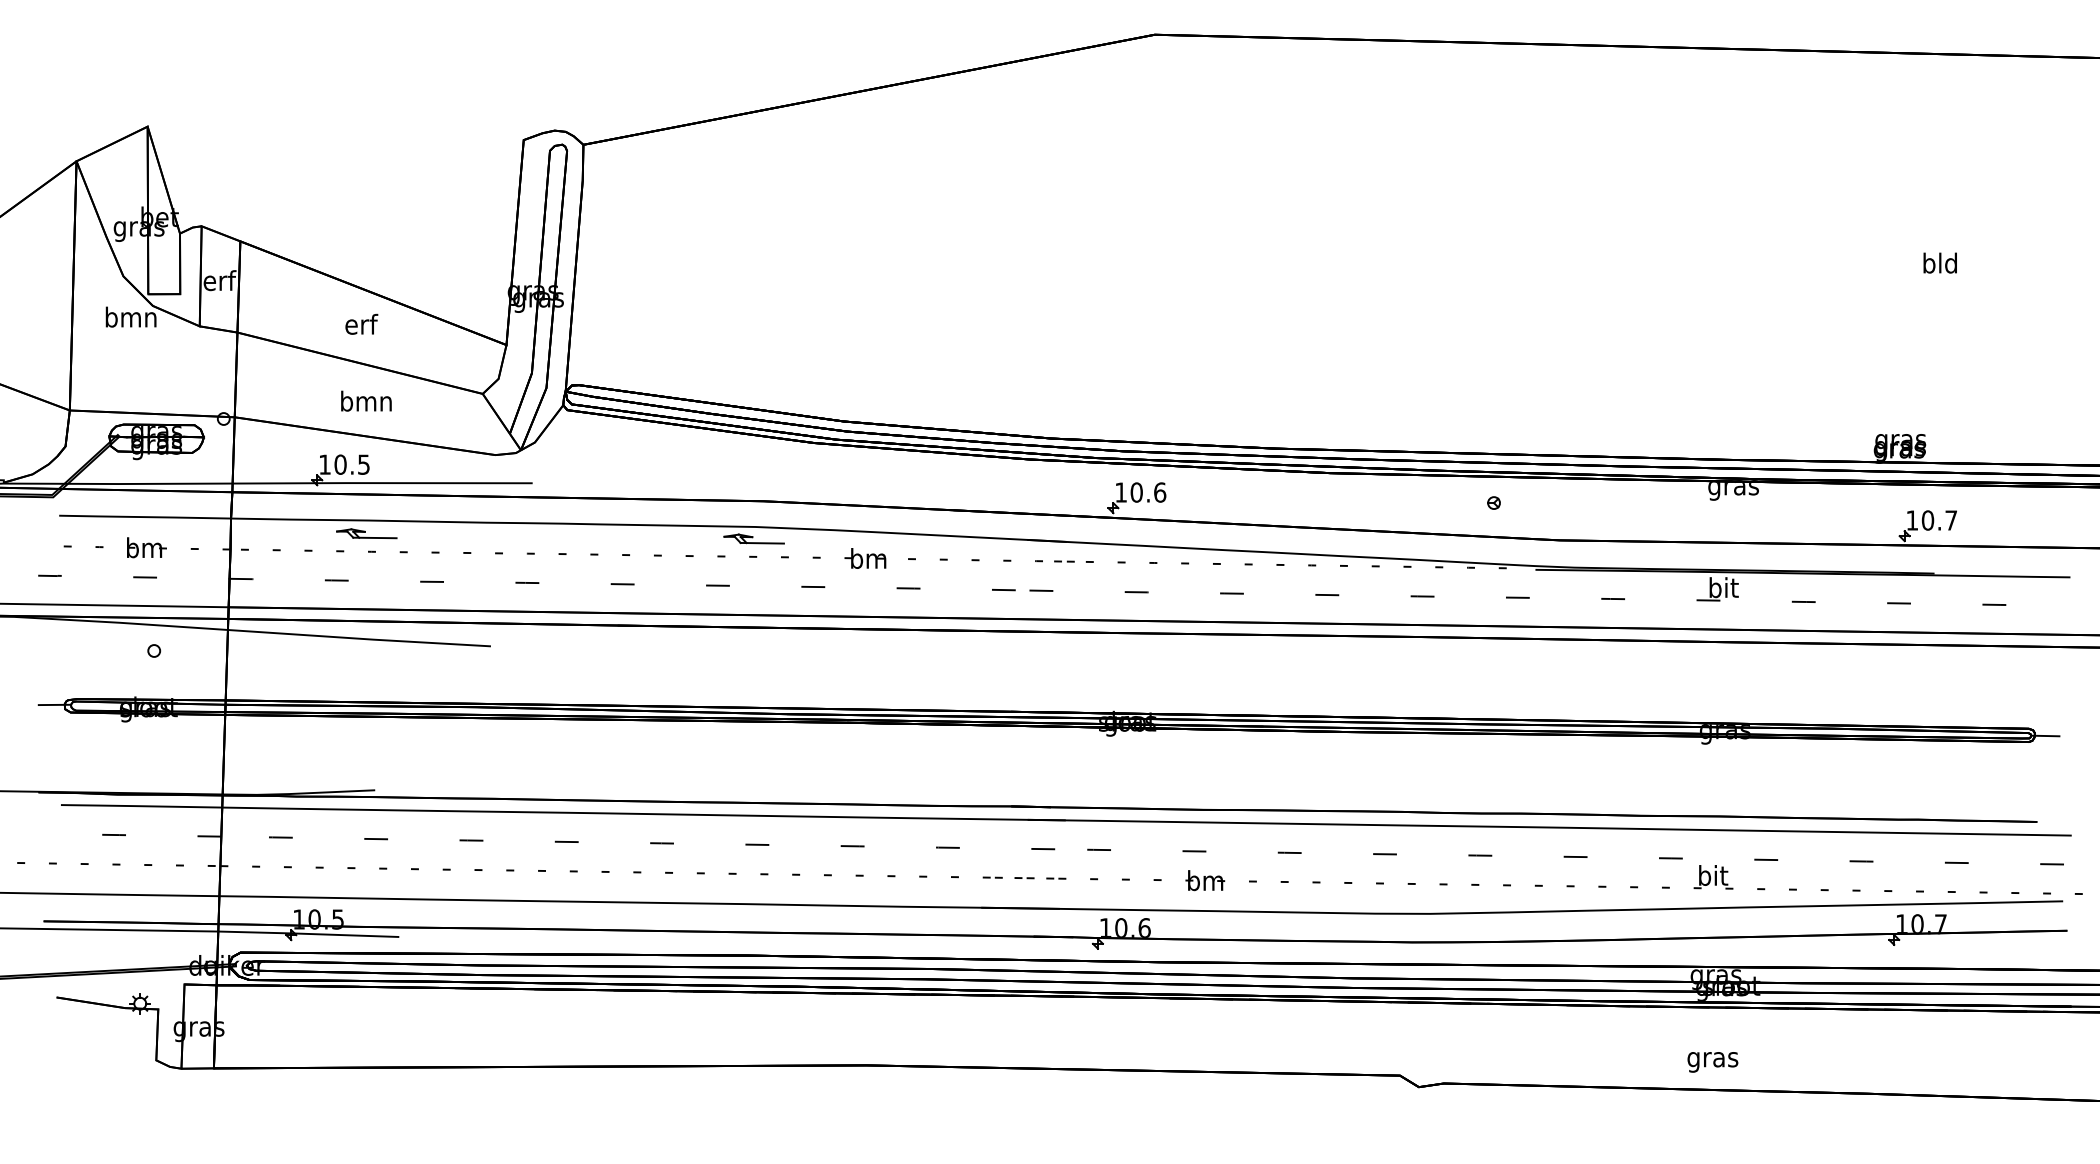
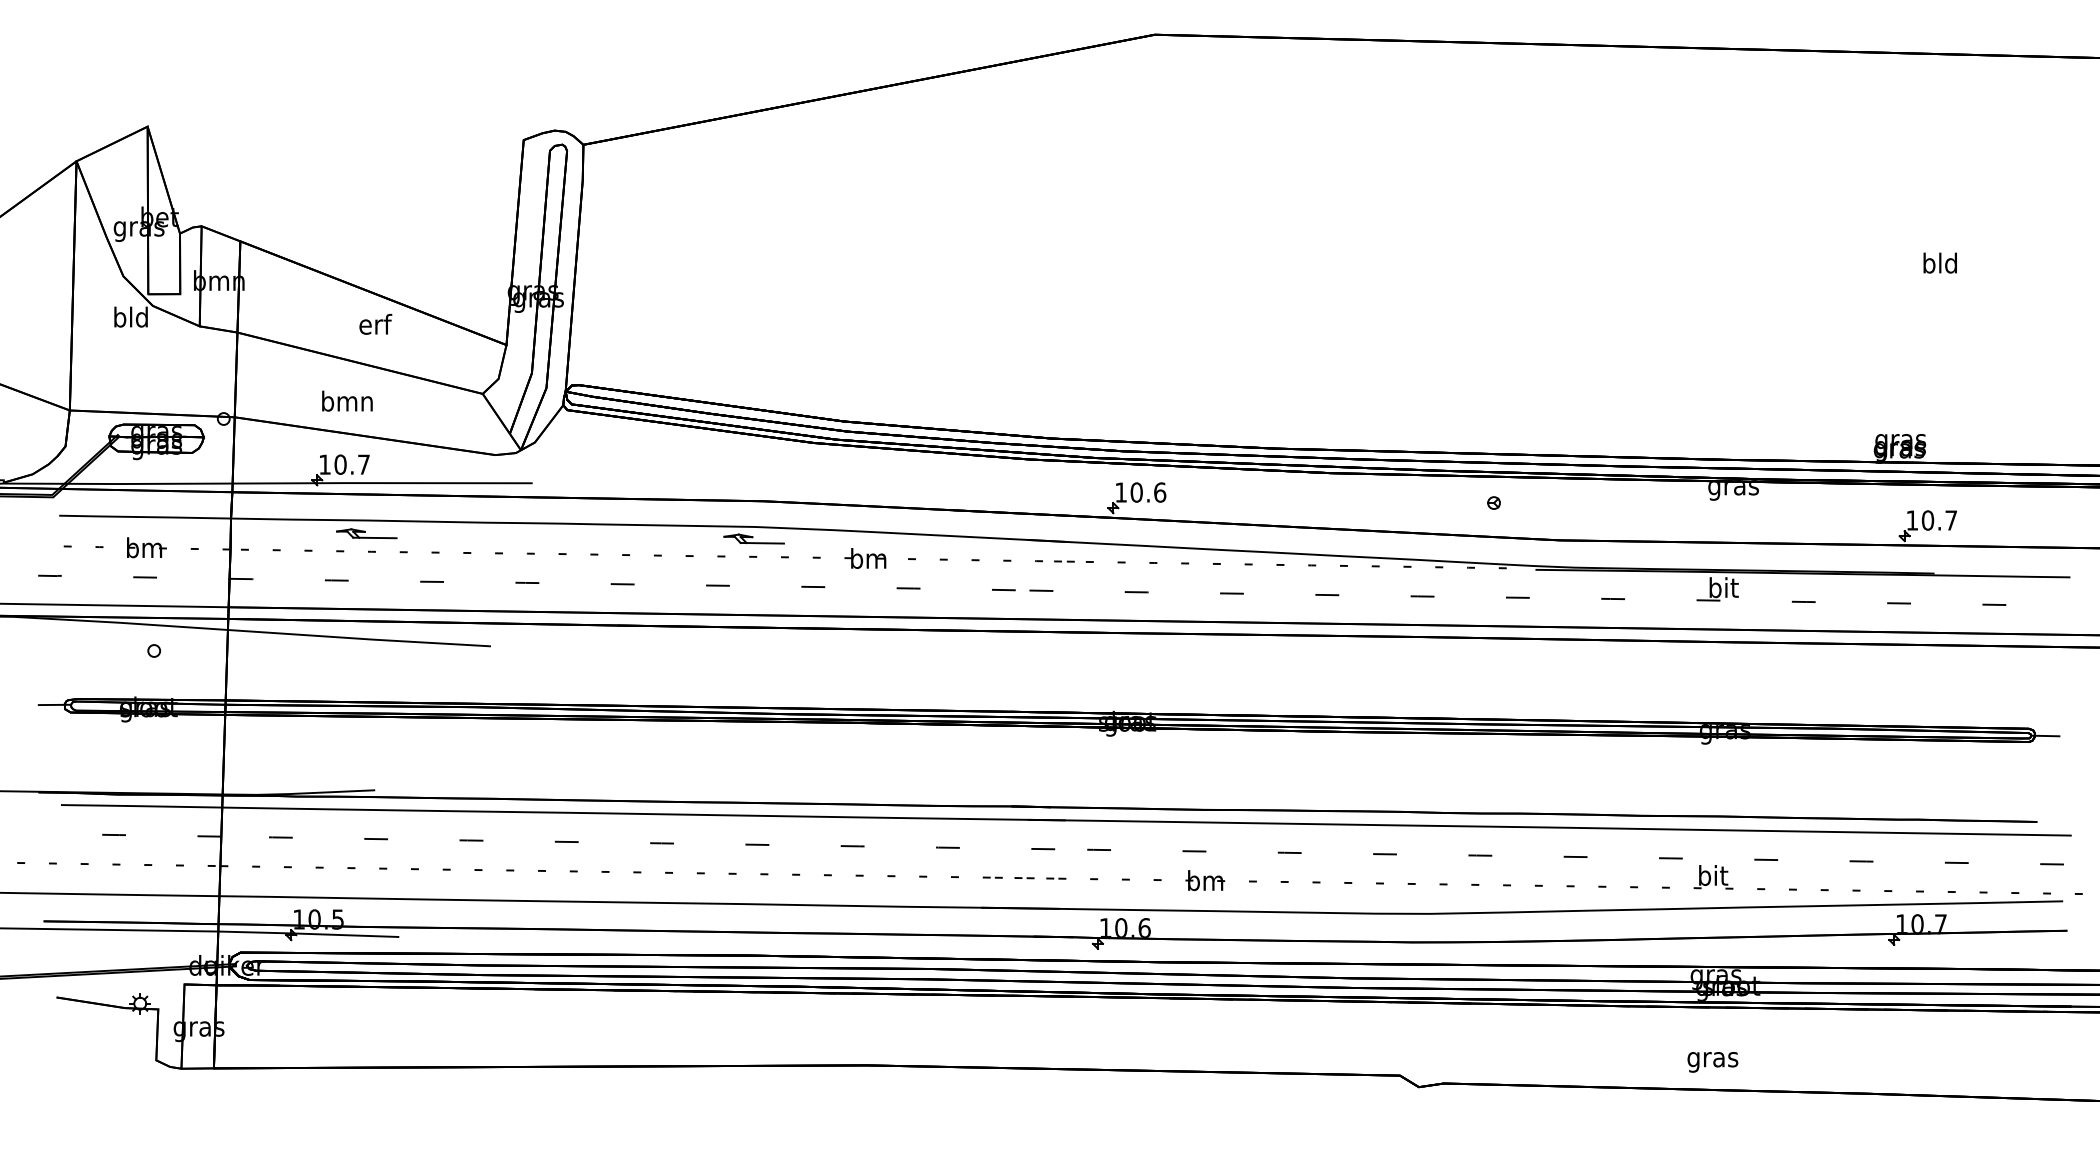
text at (219, 280): erf -> bmn
text at (130, 316): bmn -> bld
text at (361, 323) position: (361, 323) -> (375, 323)
text at (366, 400) position: (366, 400) -> (347, 400)
text at (363, 464): 10.5 -> 10.7
